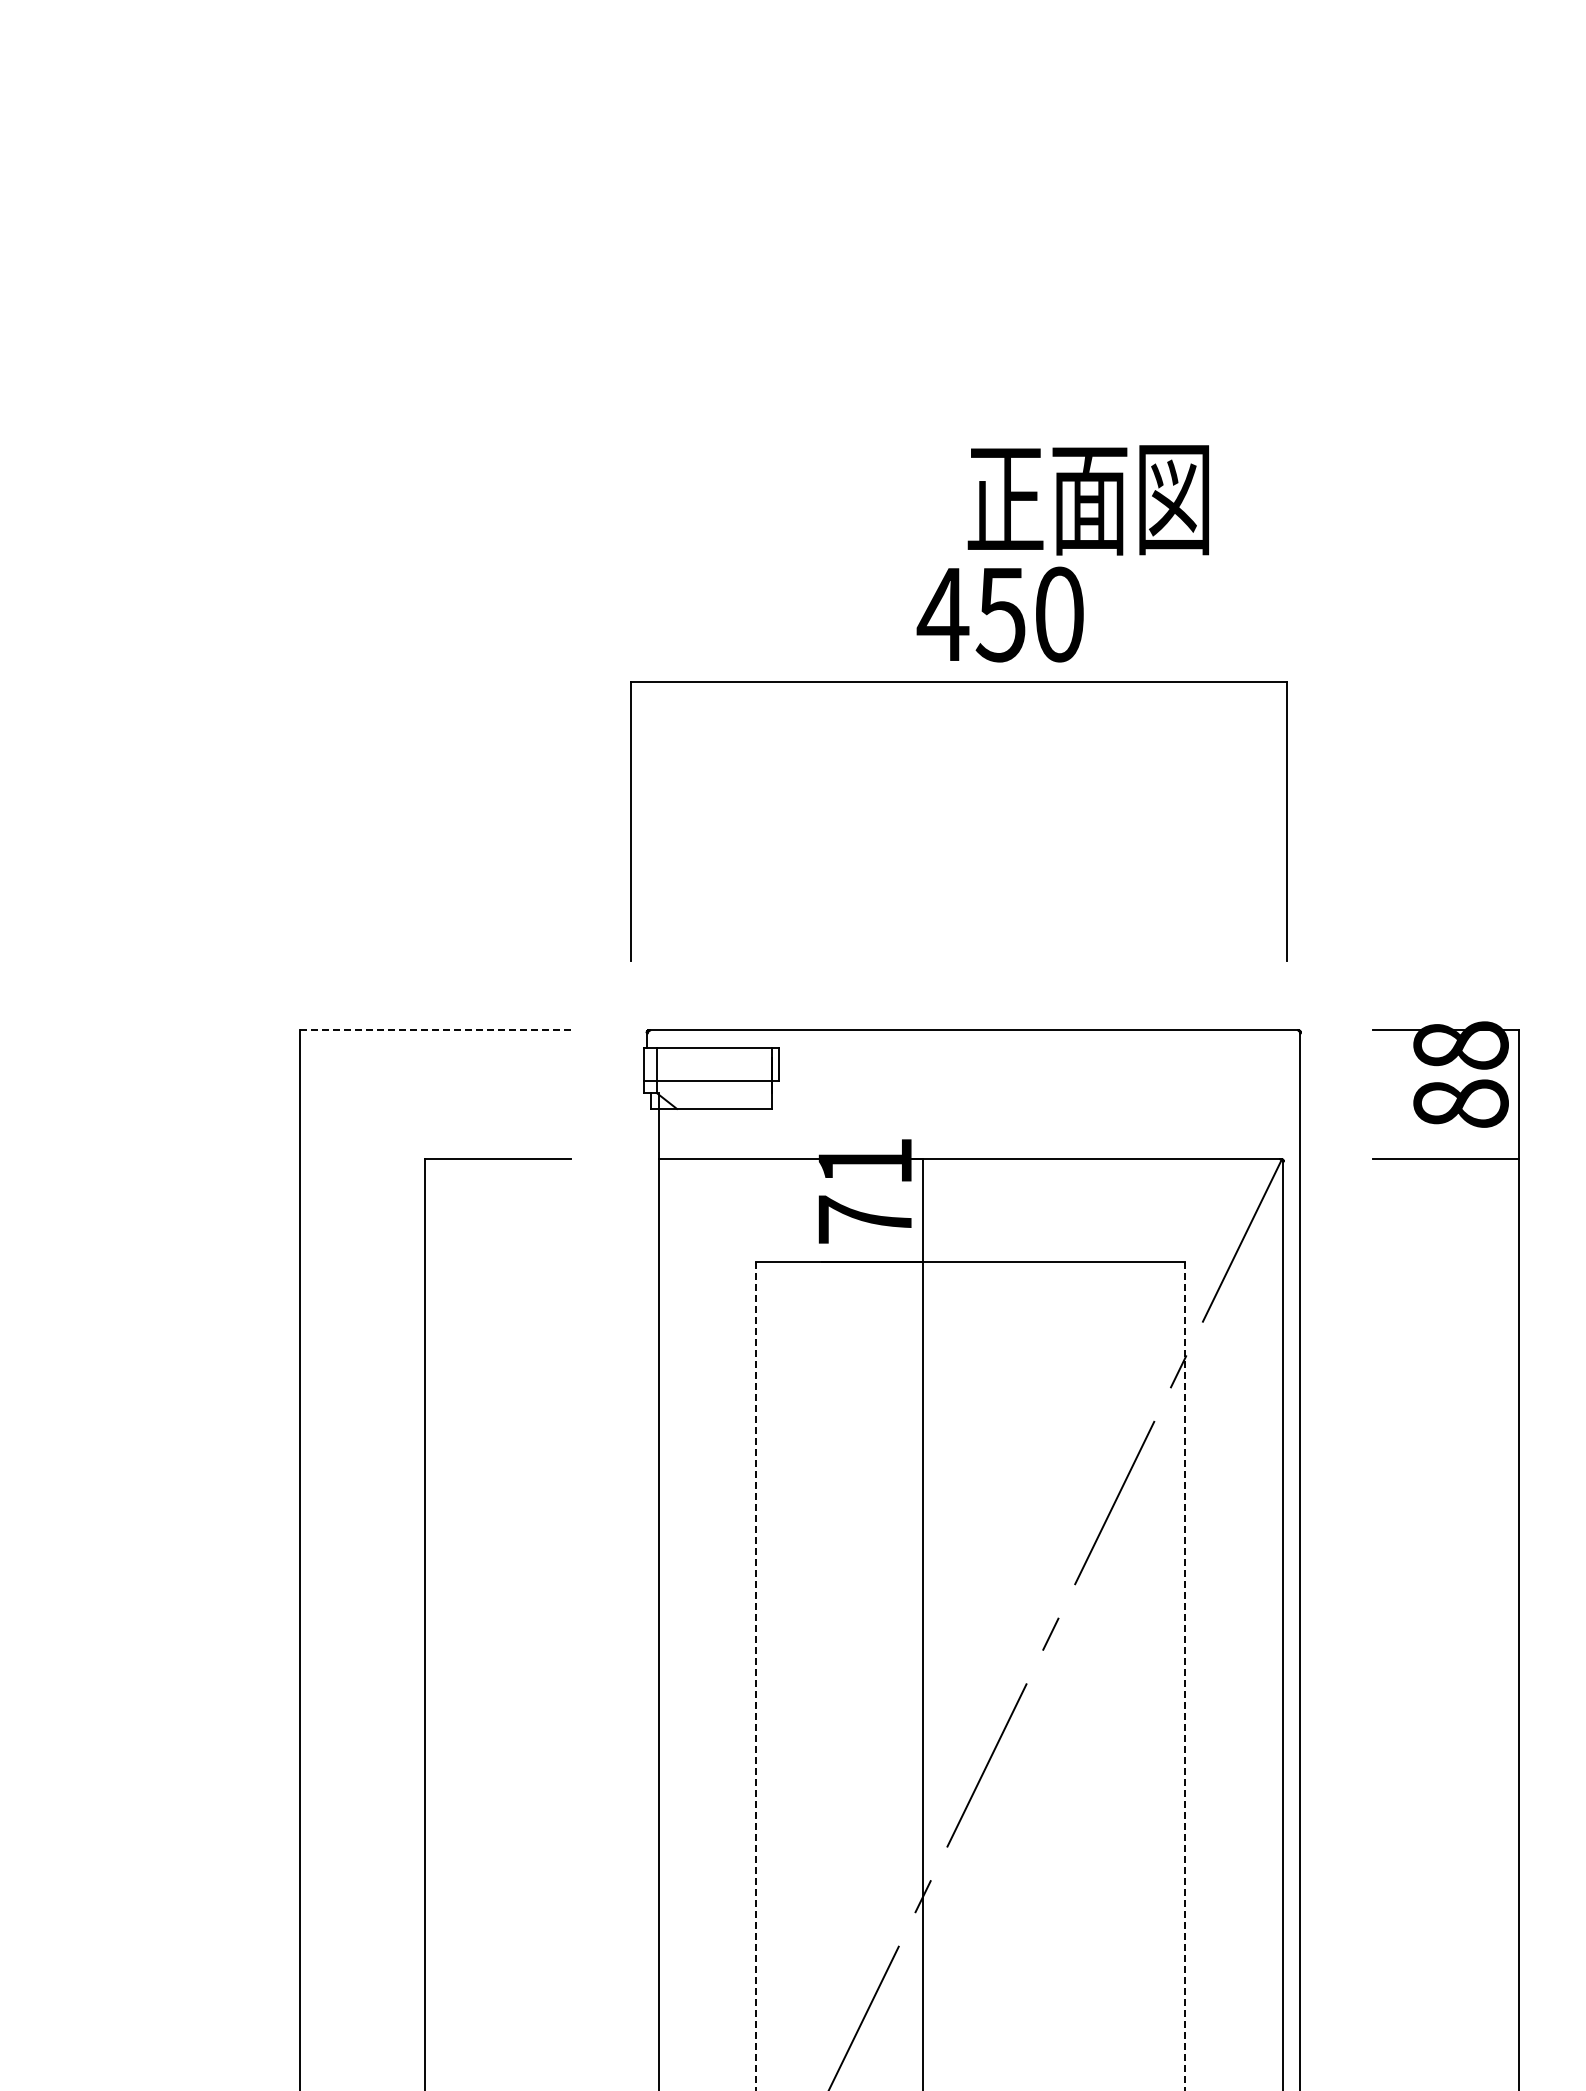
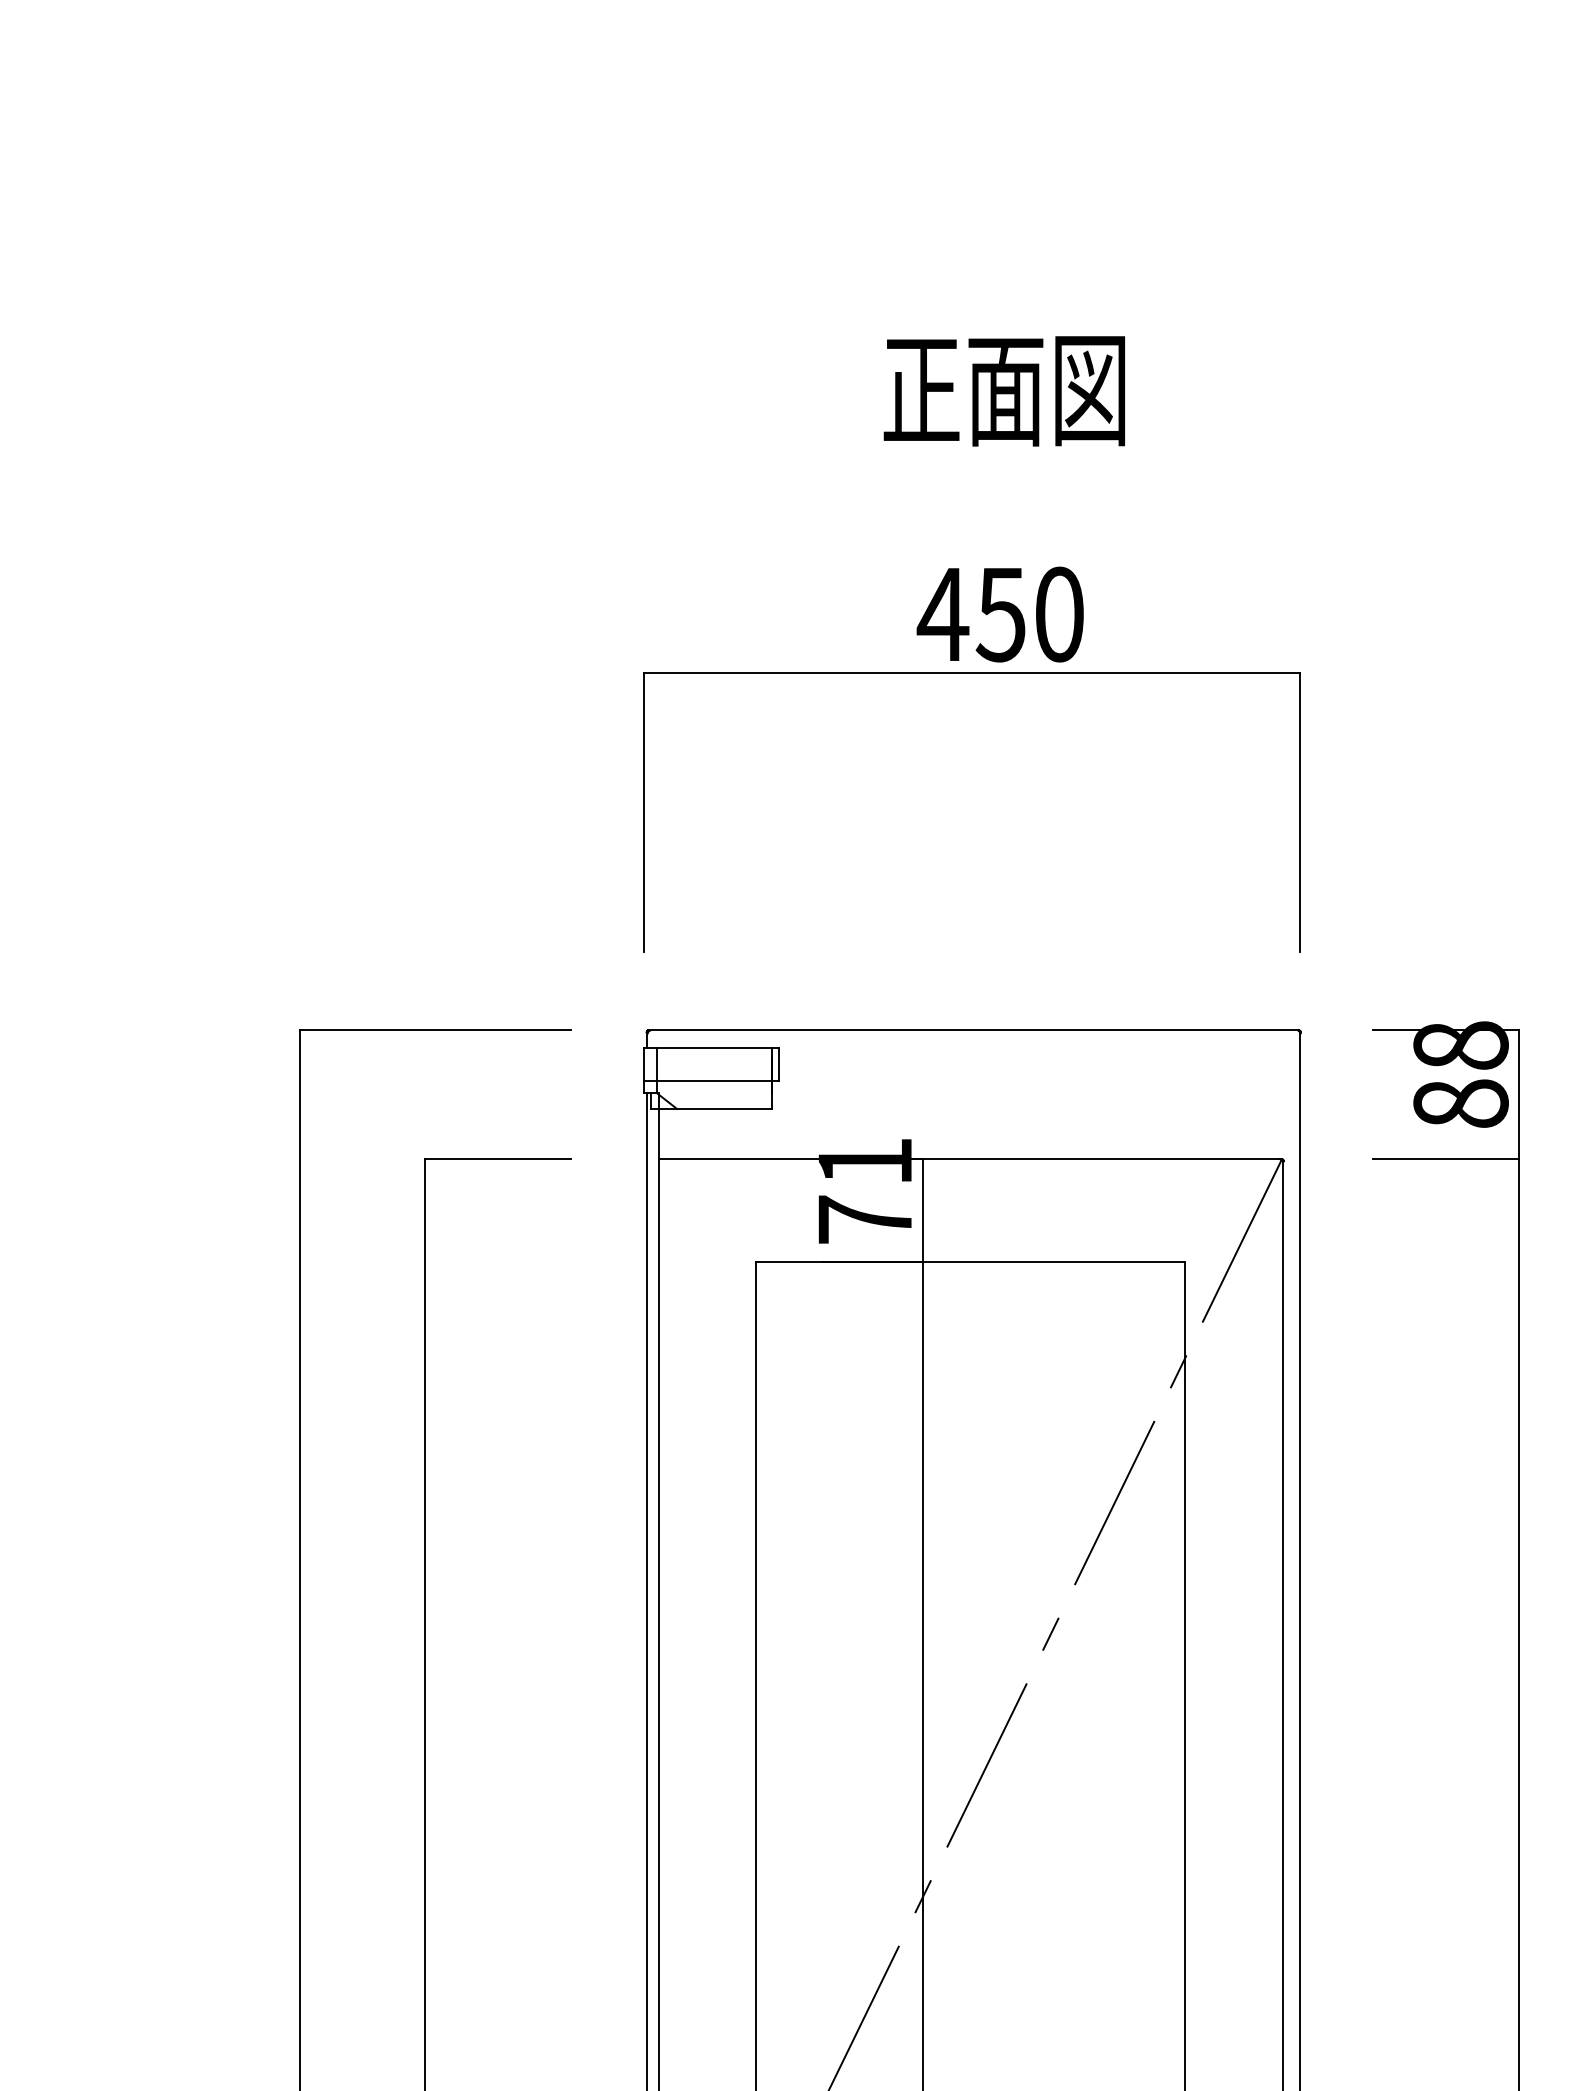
text at (1087, 500) position: (1087, 500) -> (1003, 391)
part at (958, 682) position: (958, 682) -> (971, 673)
line at (435, 1030): dashed -> solid
line at (646, 1589): none -> present
line at (756, 1677): dashed -> solid
line at (1185, 1677): dashed -> solid
